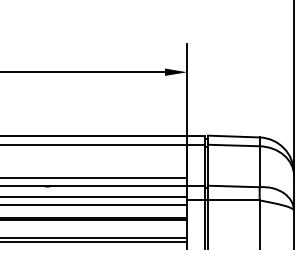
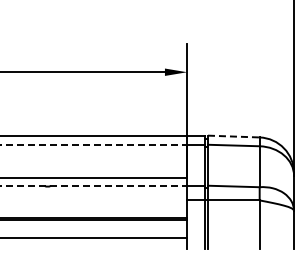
line at (233, 136): solid -> dashed
line at (94, 144): solid -> dashed
line at (94, 186): solid -> dashed
line at (94, 197): present -> none
line at (94, 205): present -> none
line at (94, 242): present -> none
